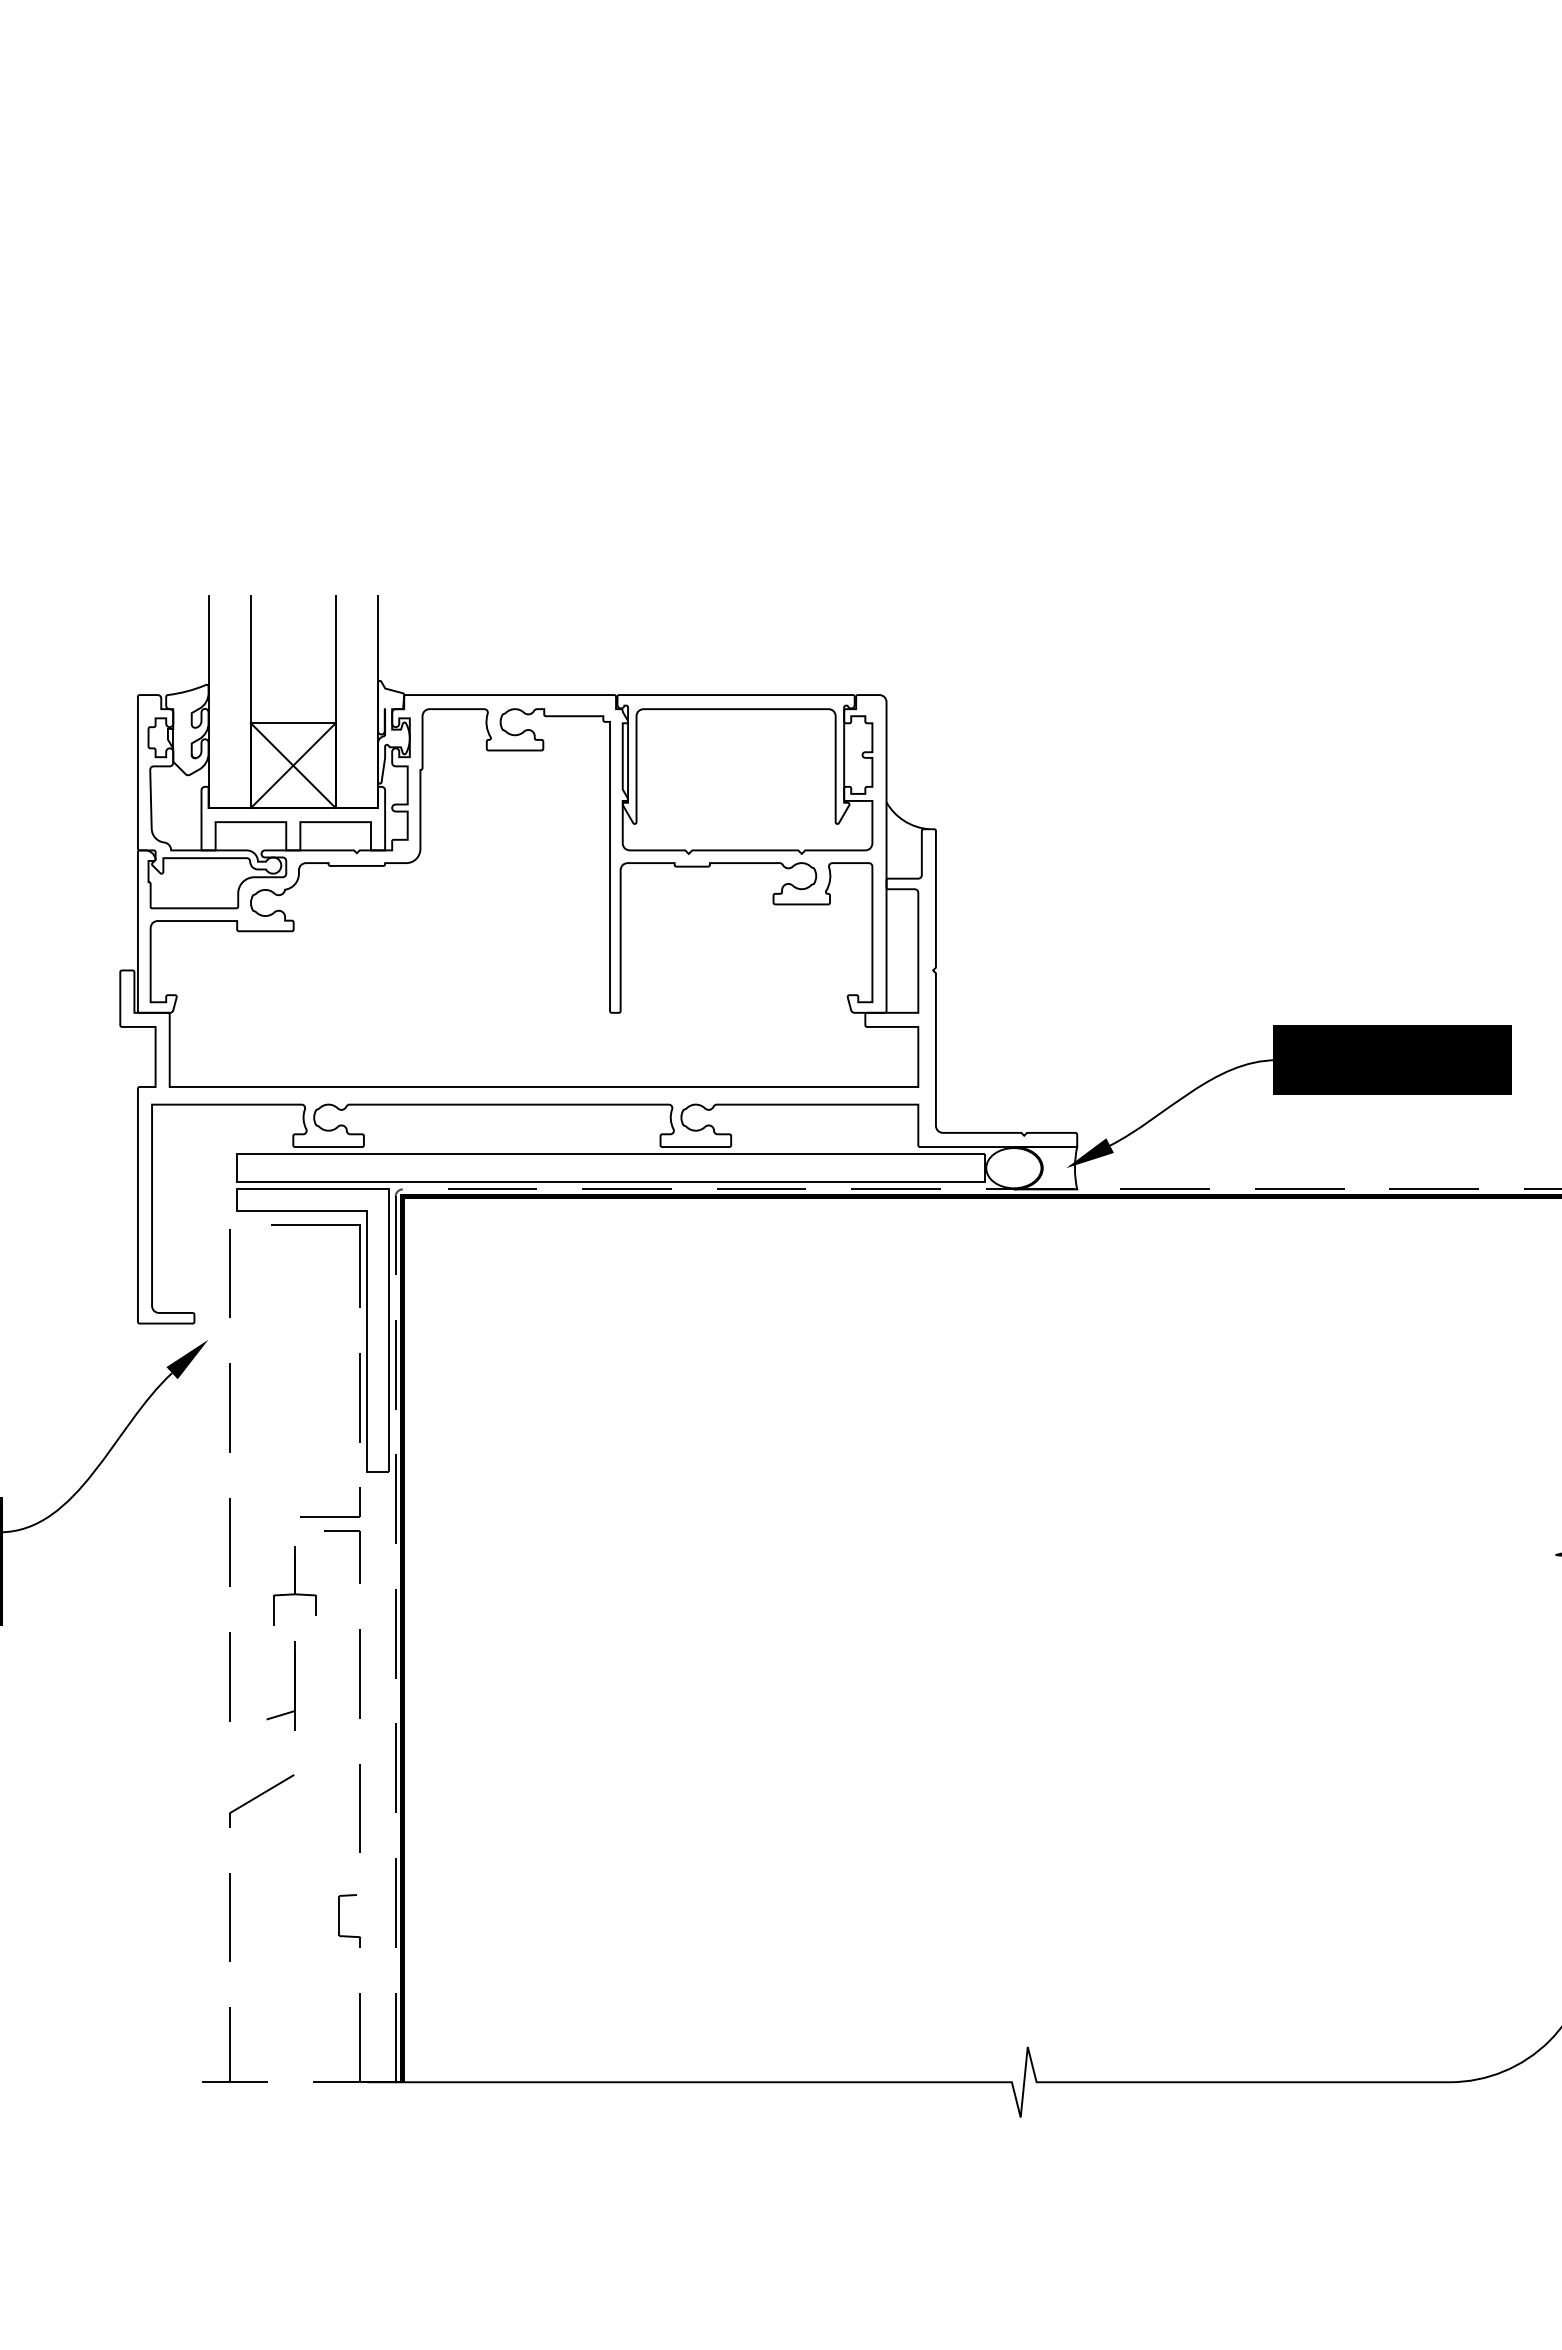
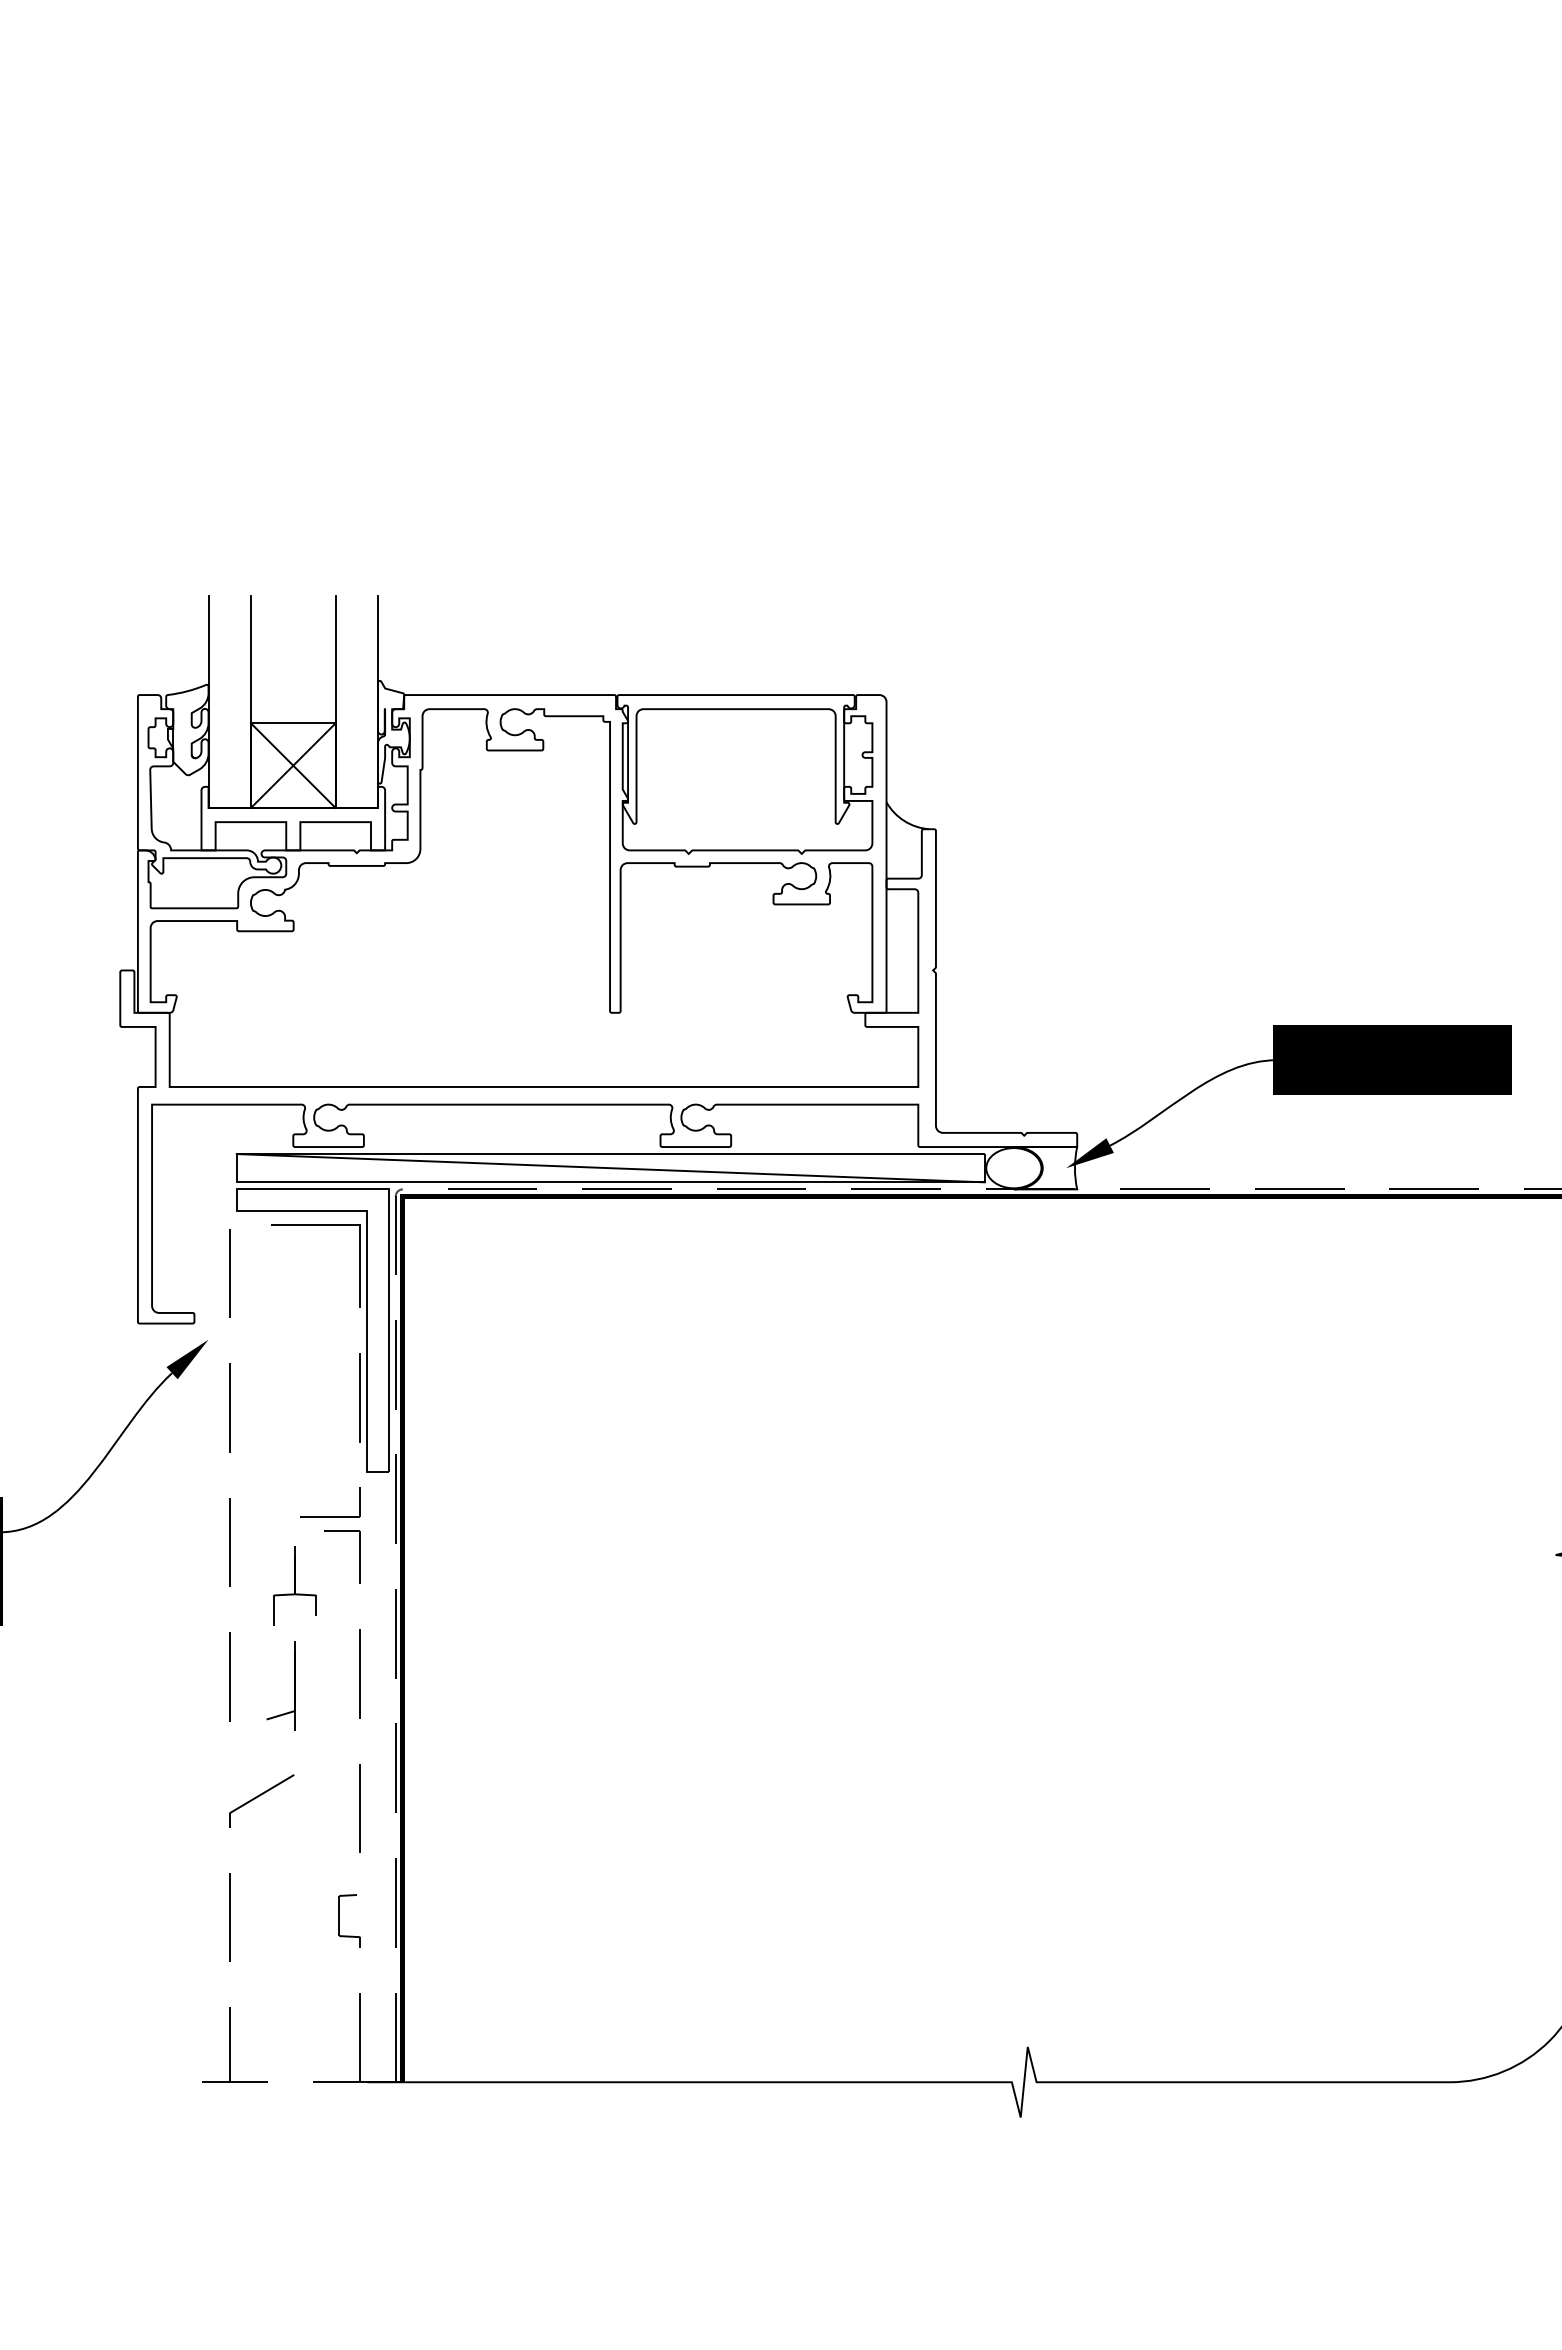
line at (610, 1168): none -> present
